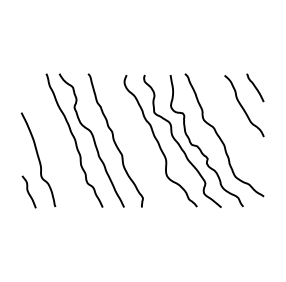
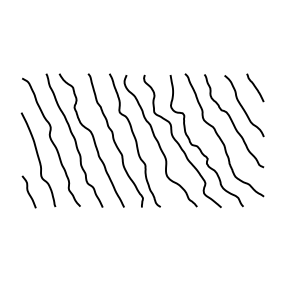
curve at (233, 121): none -> present
curve at (134, 139): none -> present
curve at (51, 141): none -> present
